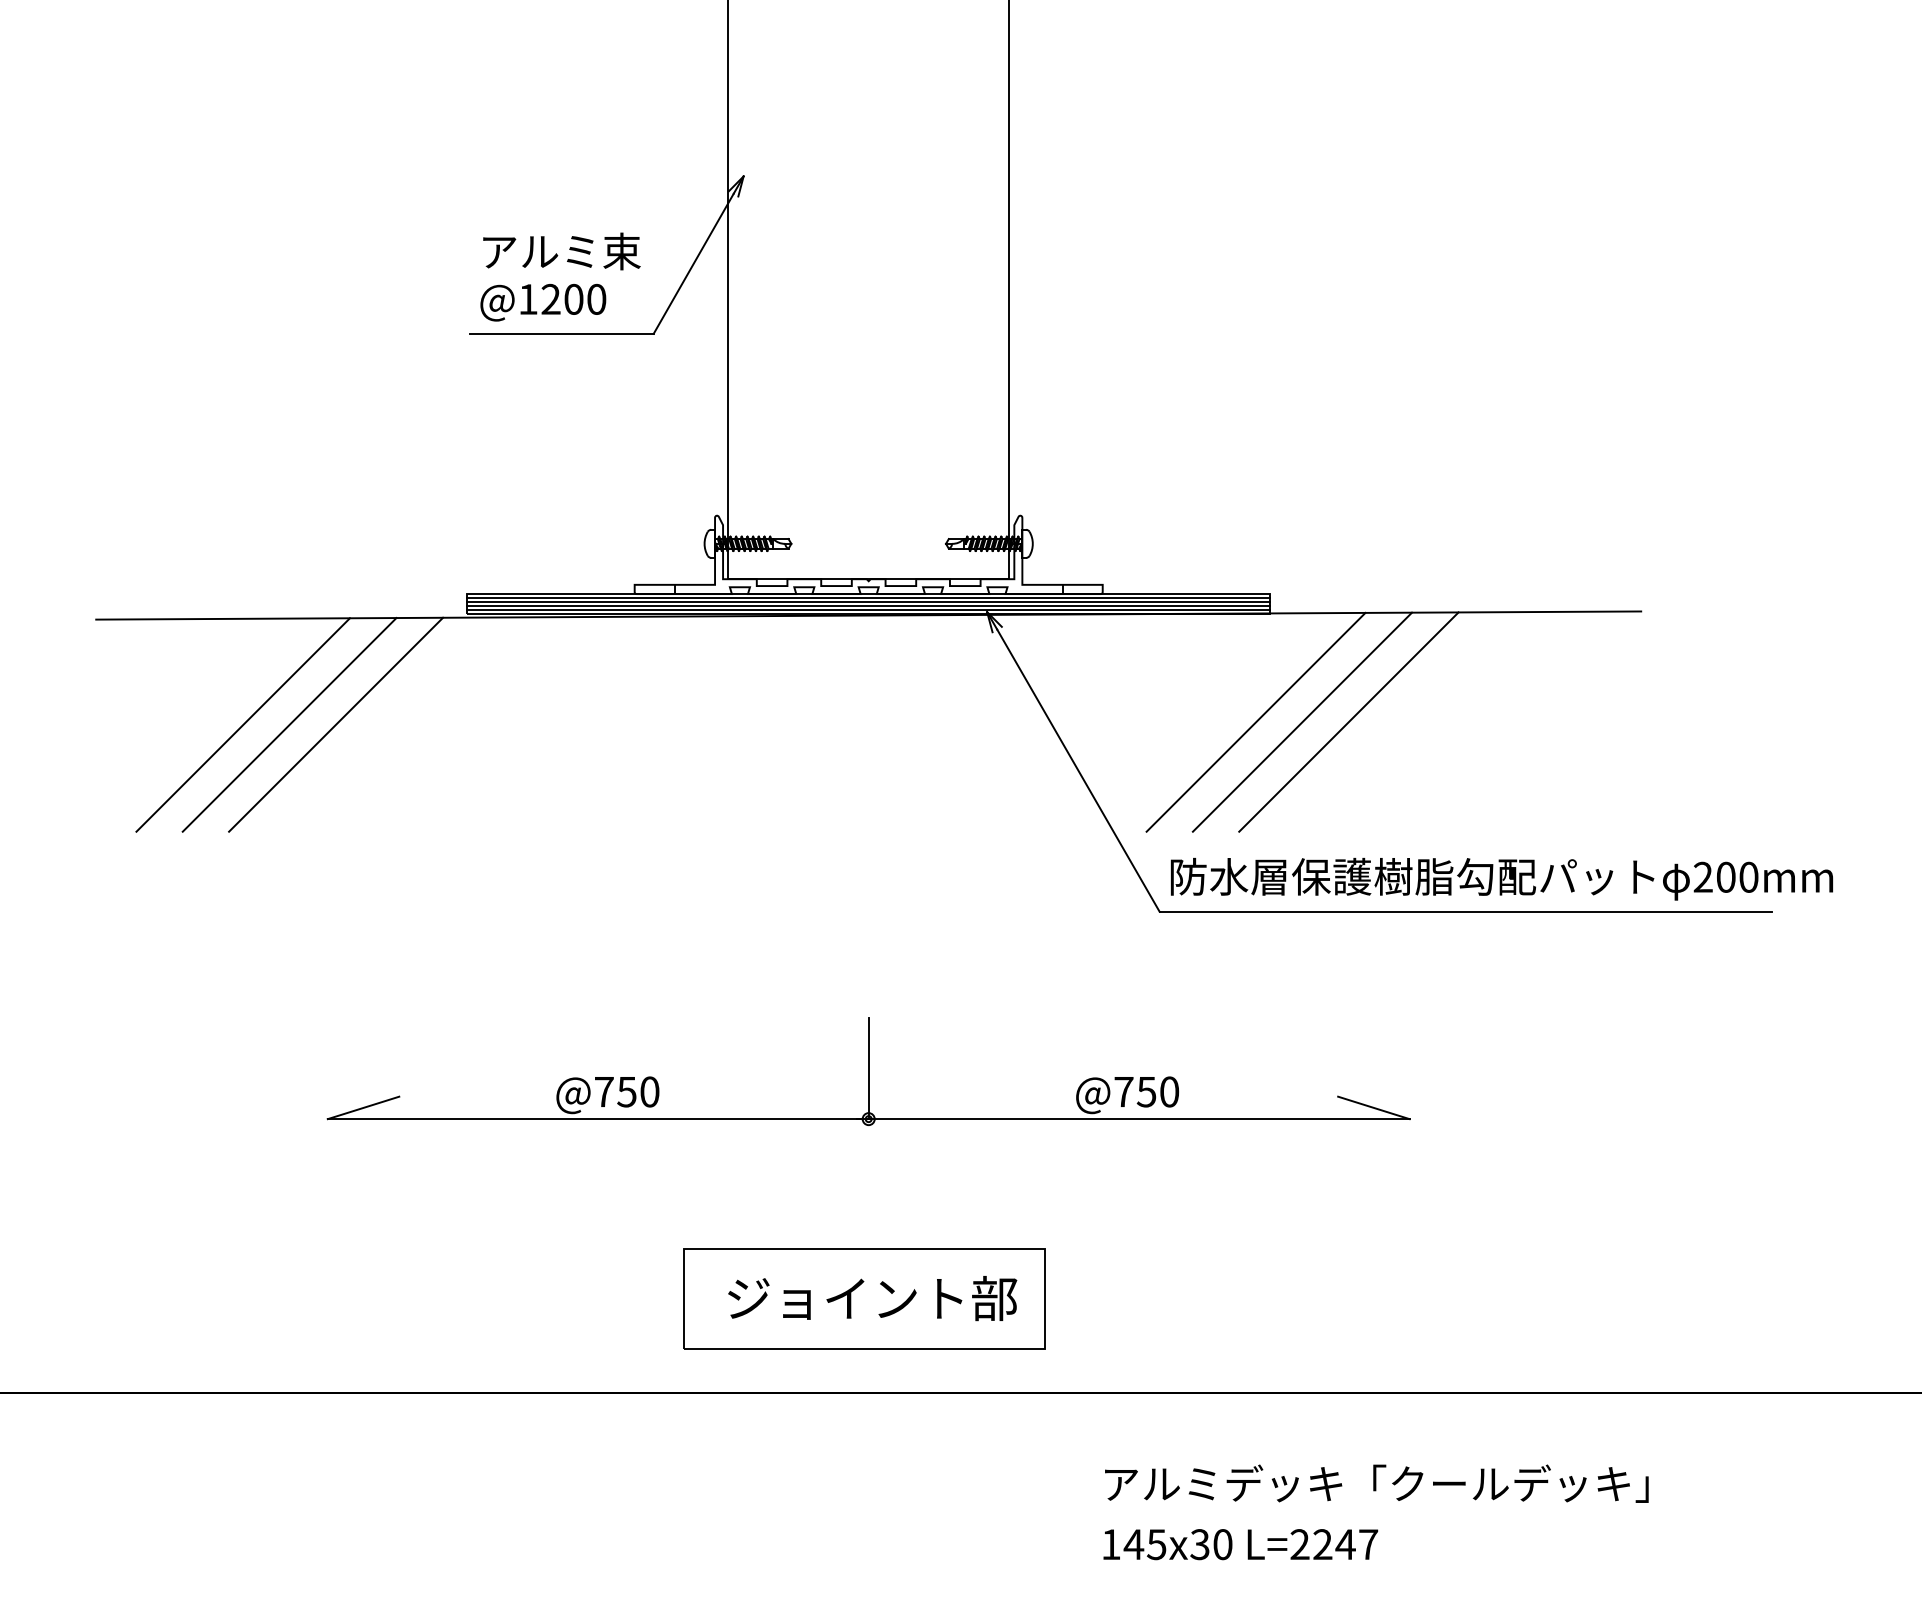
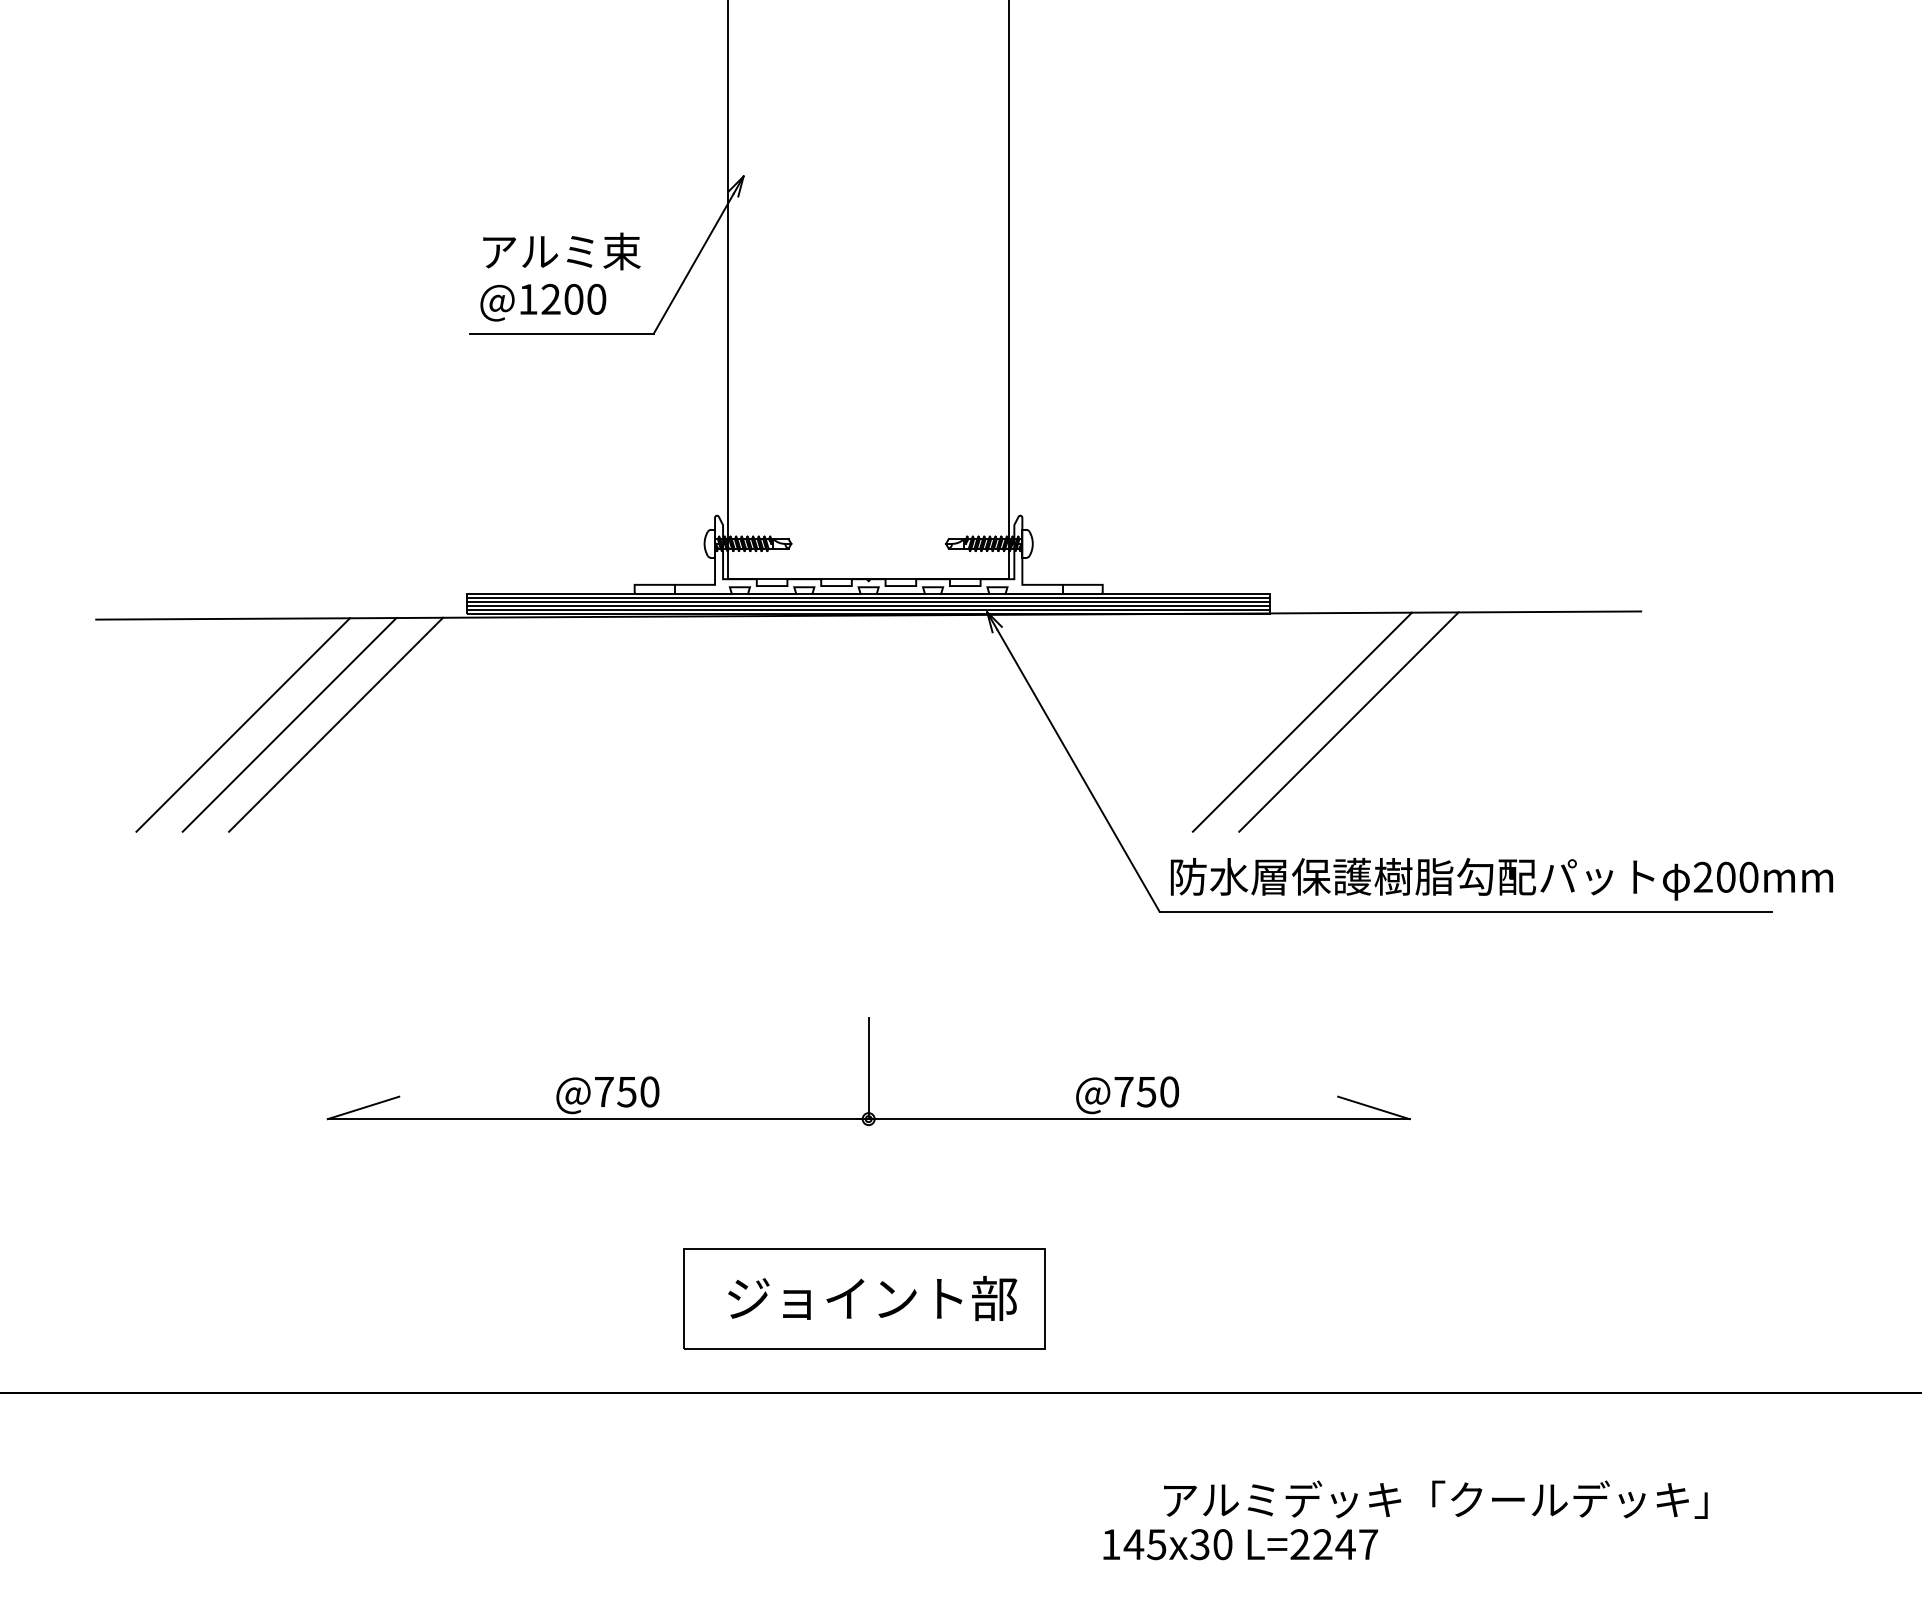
line at (1255, 721): present -> none
text at (1376, 1483) position: (1376, 1483) -> (1435, 1499)
